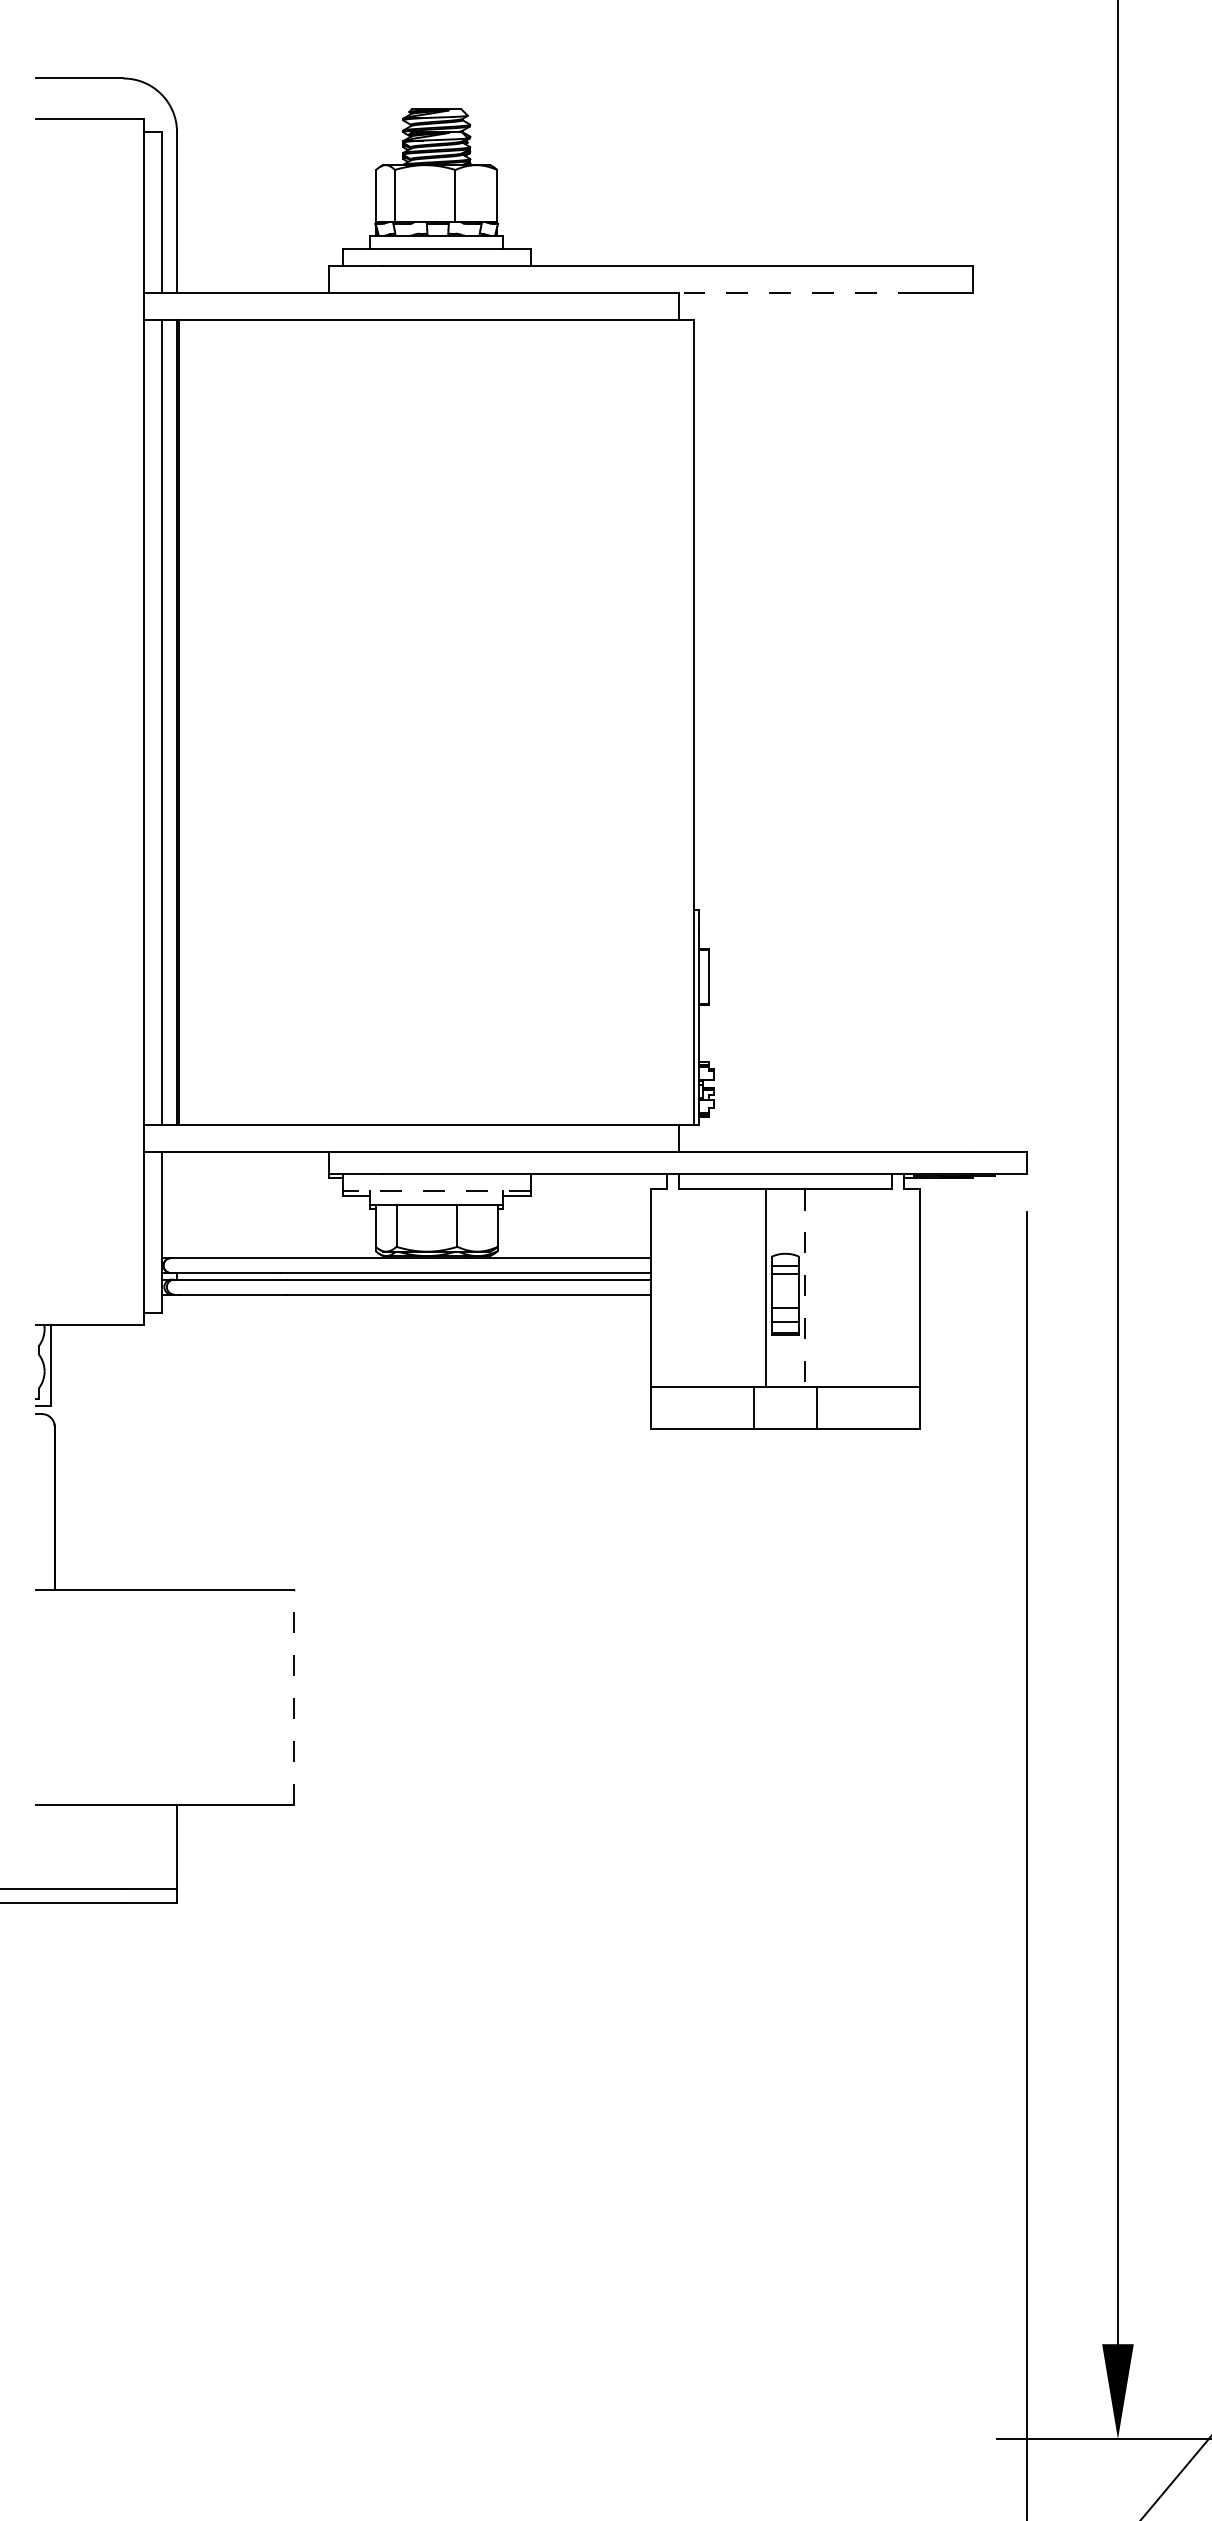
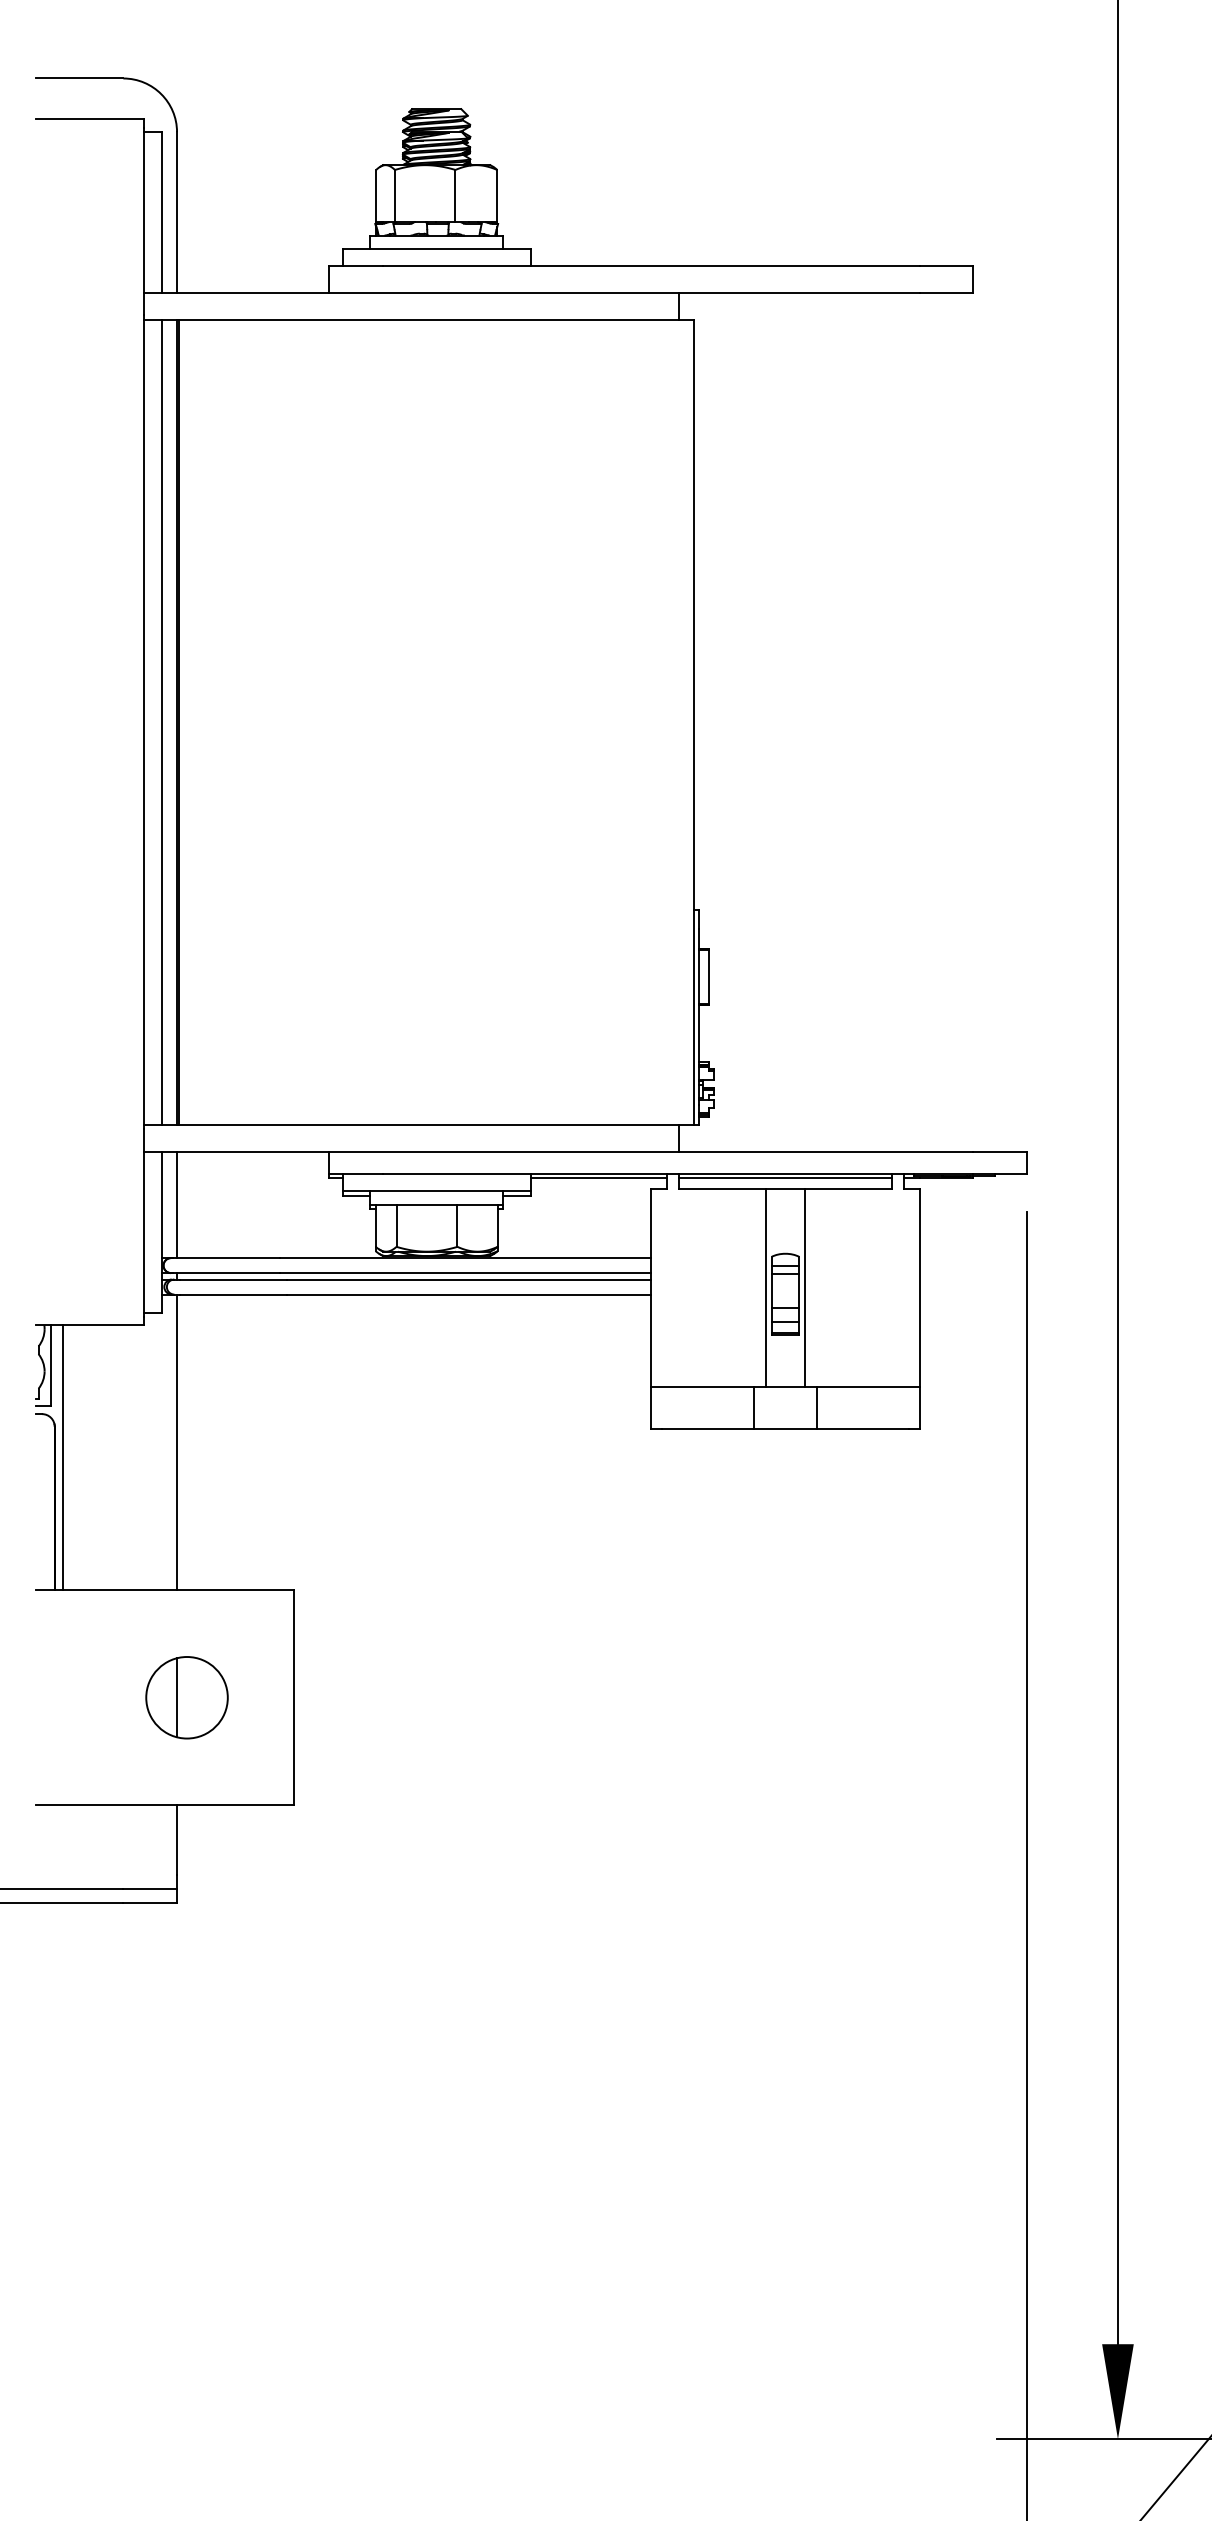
line at (798, 293): dashed -> solid
line at (598, 1178): none -> present
line at (785, 1178): none -> present
line at (436, 1191): dashed -> solid
line at (177, 1204): none -> present
line at (805, 1287): dashed -> solid
line at (177, 1442): none -> present
line at (63, 1457): none -> present
part at (186, 1697): none -> present
line at (294, 1697): dashed -> solid
